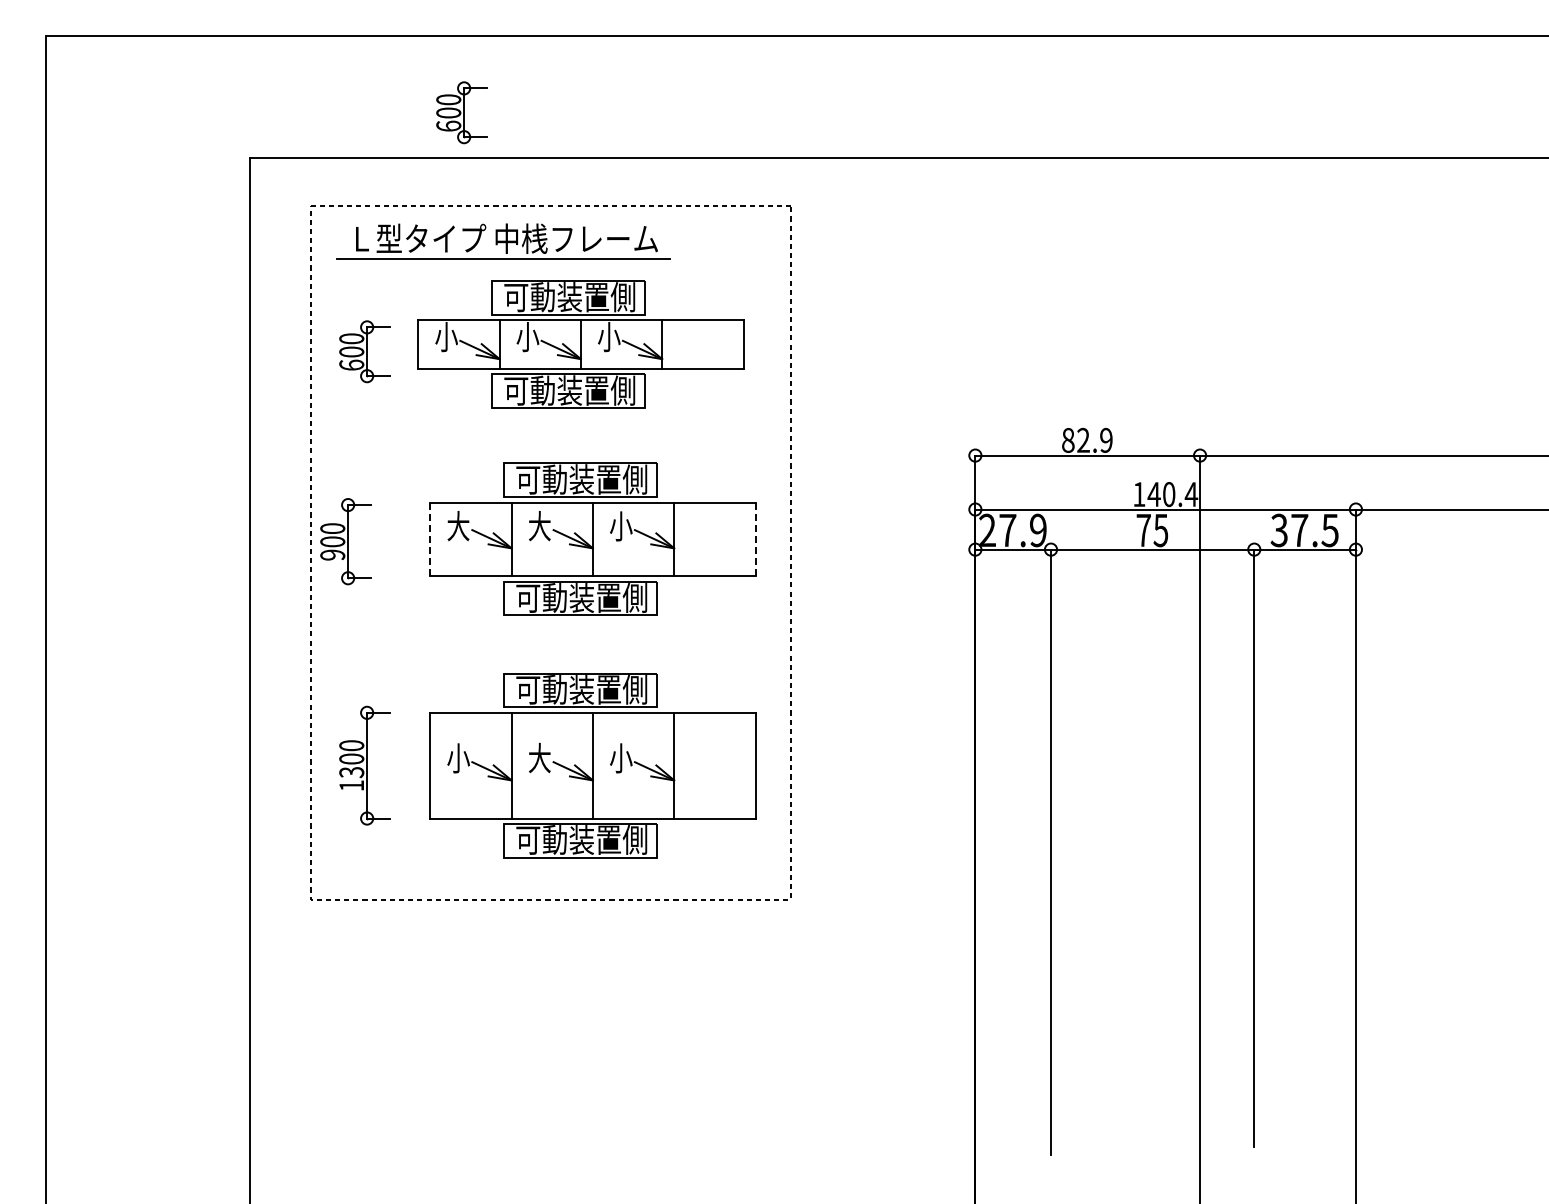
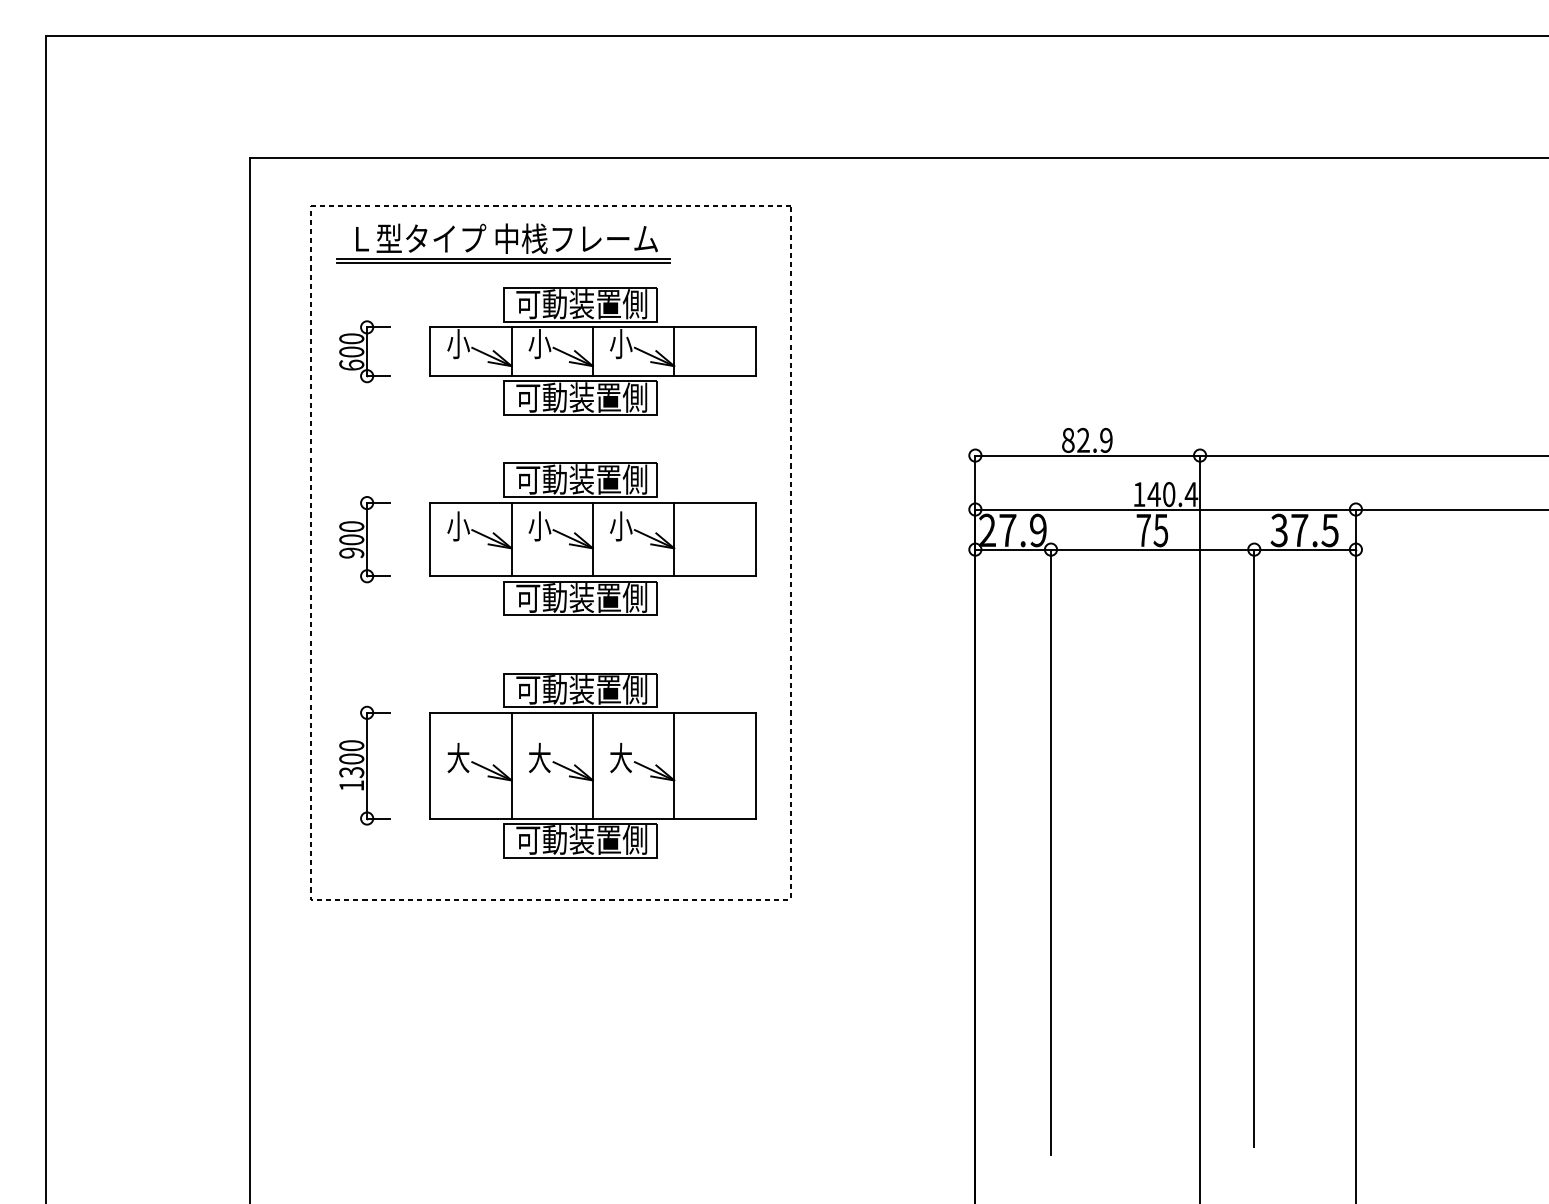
part at (461, 112): present -> none
line at (503, 263): none -> present
part at (580, 344) position: (580, 344) -> (592, 351)
text at (458, 526): 大 -> 小
text at (539, 526): 大 -> 小
line at (430, 539): dashed -> solid
line at (755, 539): dashed -> solid
part at (345, 541) position: (345, 541) -> (364, 539)
text at (458, 757): 小 -> 大
text at (621, 757): 小 -> 大
